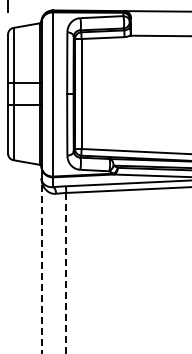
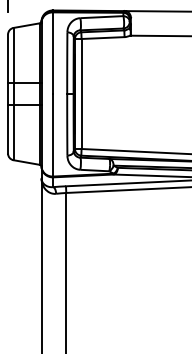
line at (41, 265): dashed -> solid
line at (66, 273): dashed -> solid
